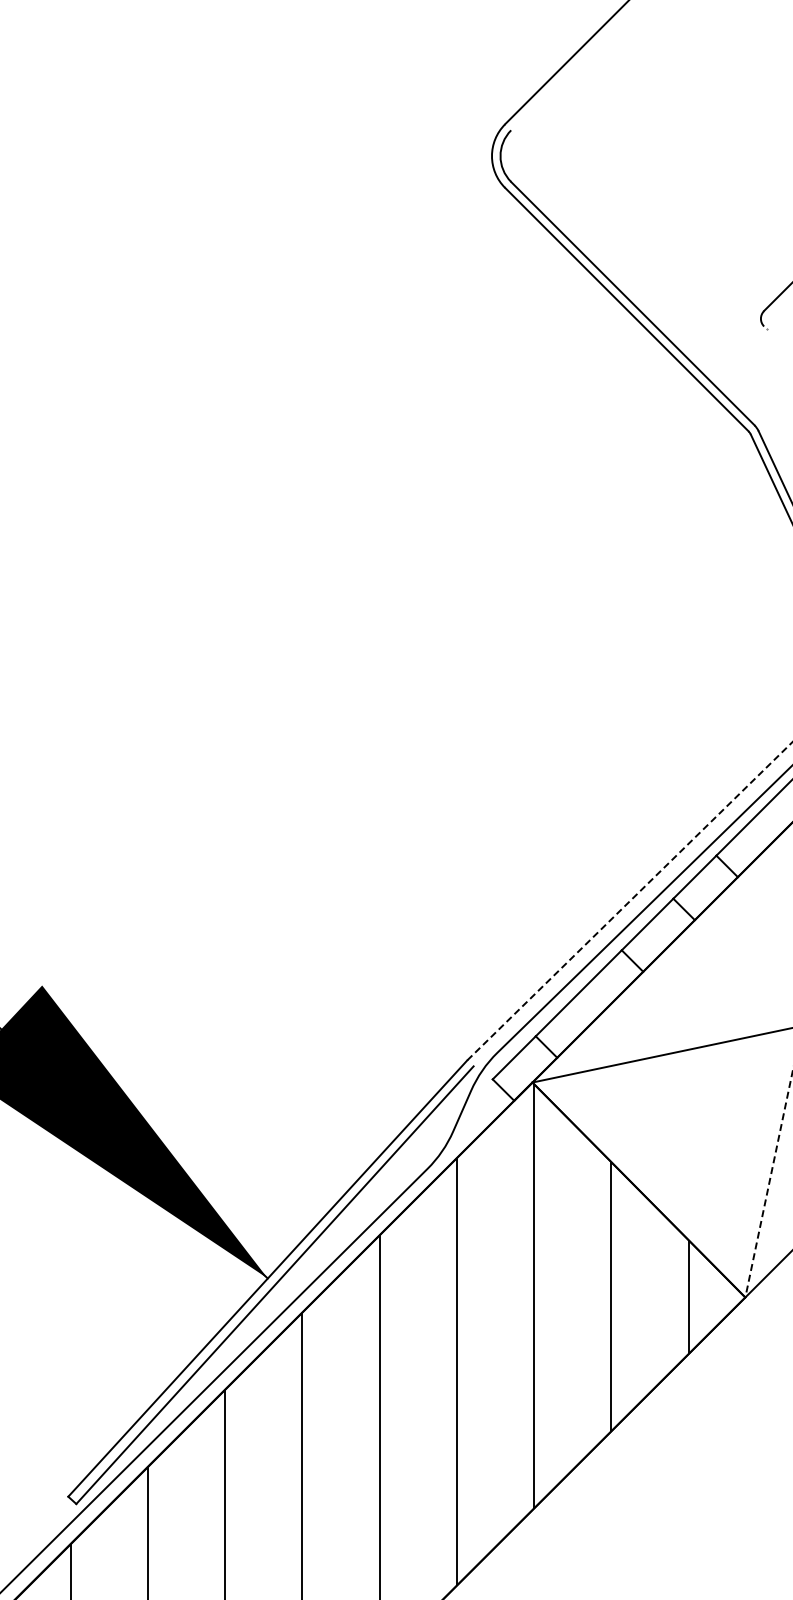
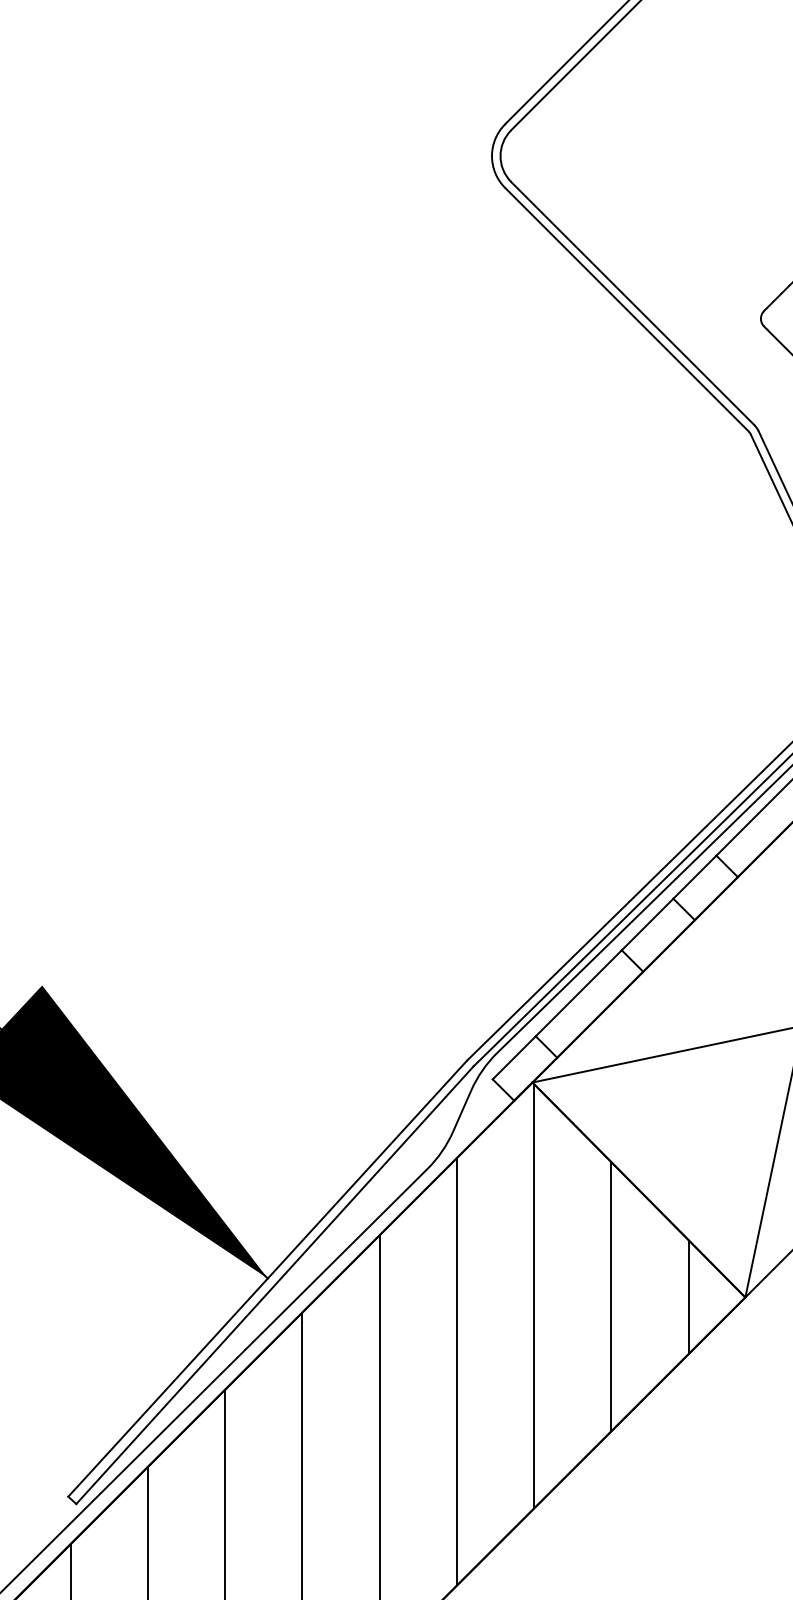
line at (575, 66): none -> present
line at (776, 339): none -> present
line at (630, 901): dashed -> solid
line at (631, 911): none -> present
line at (769, 1184): dashed -> solid
